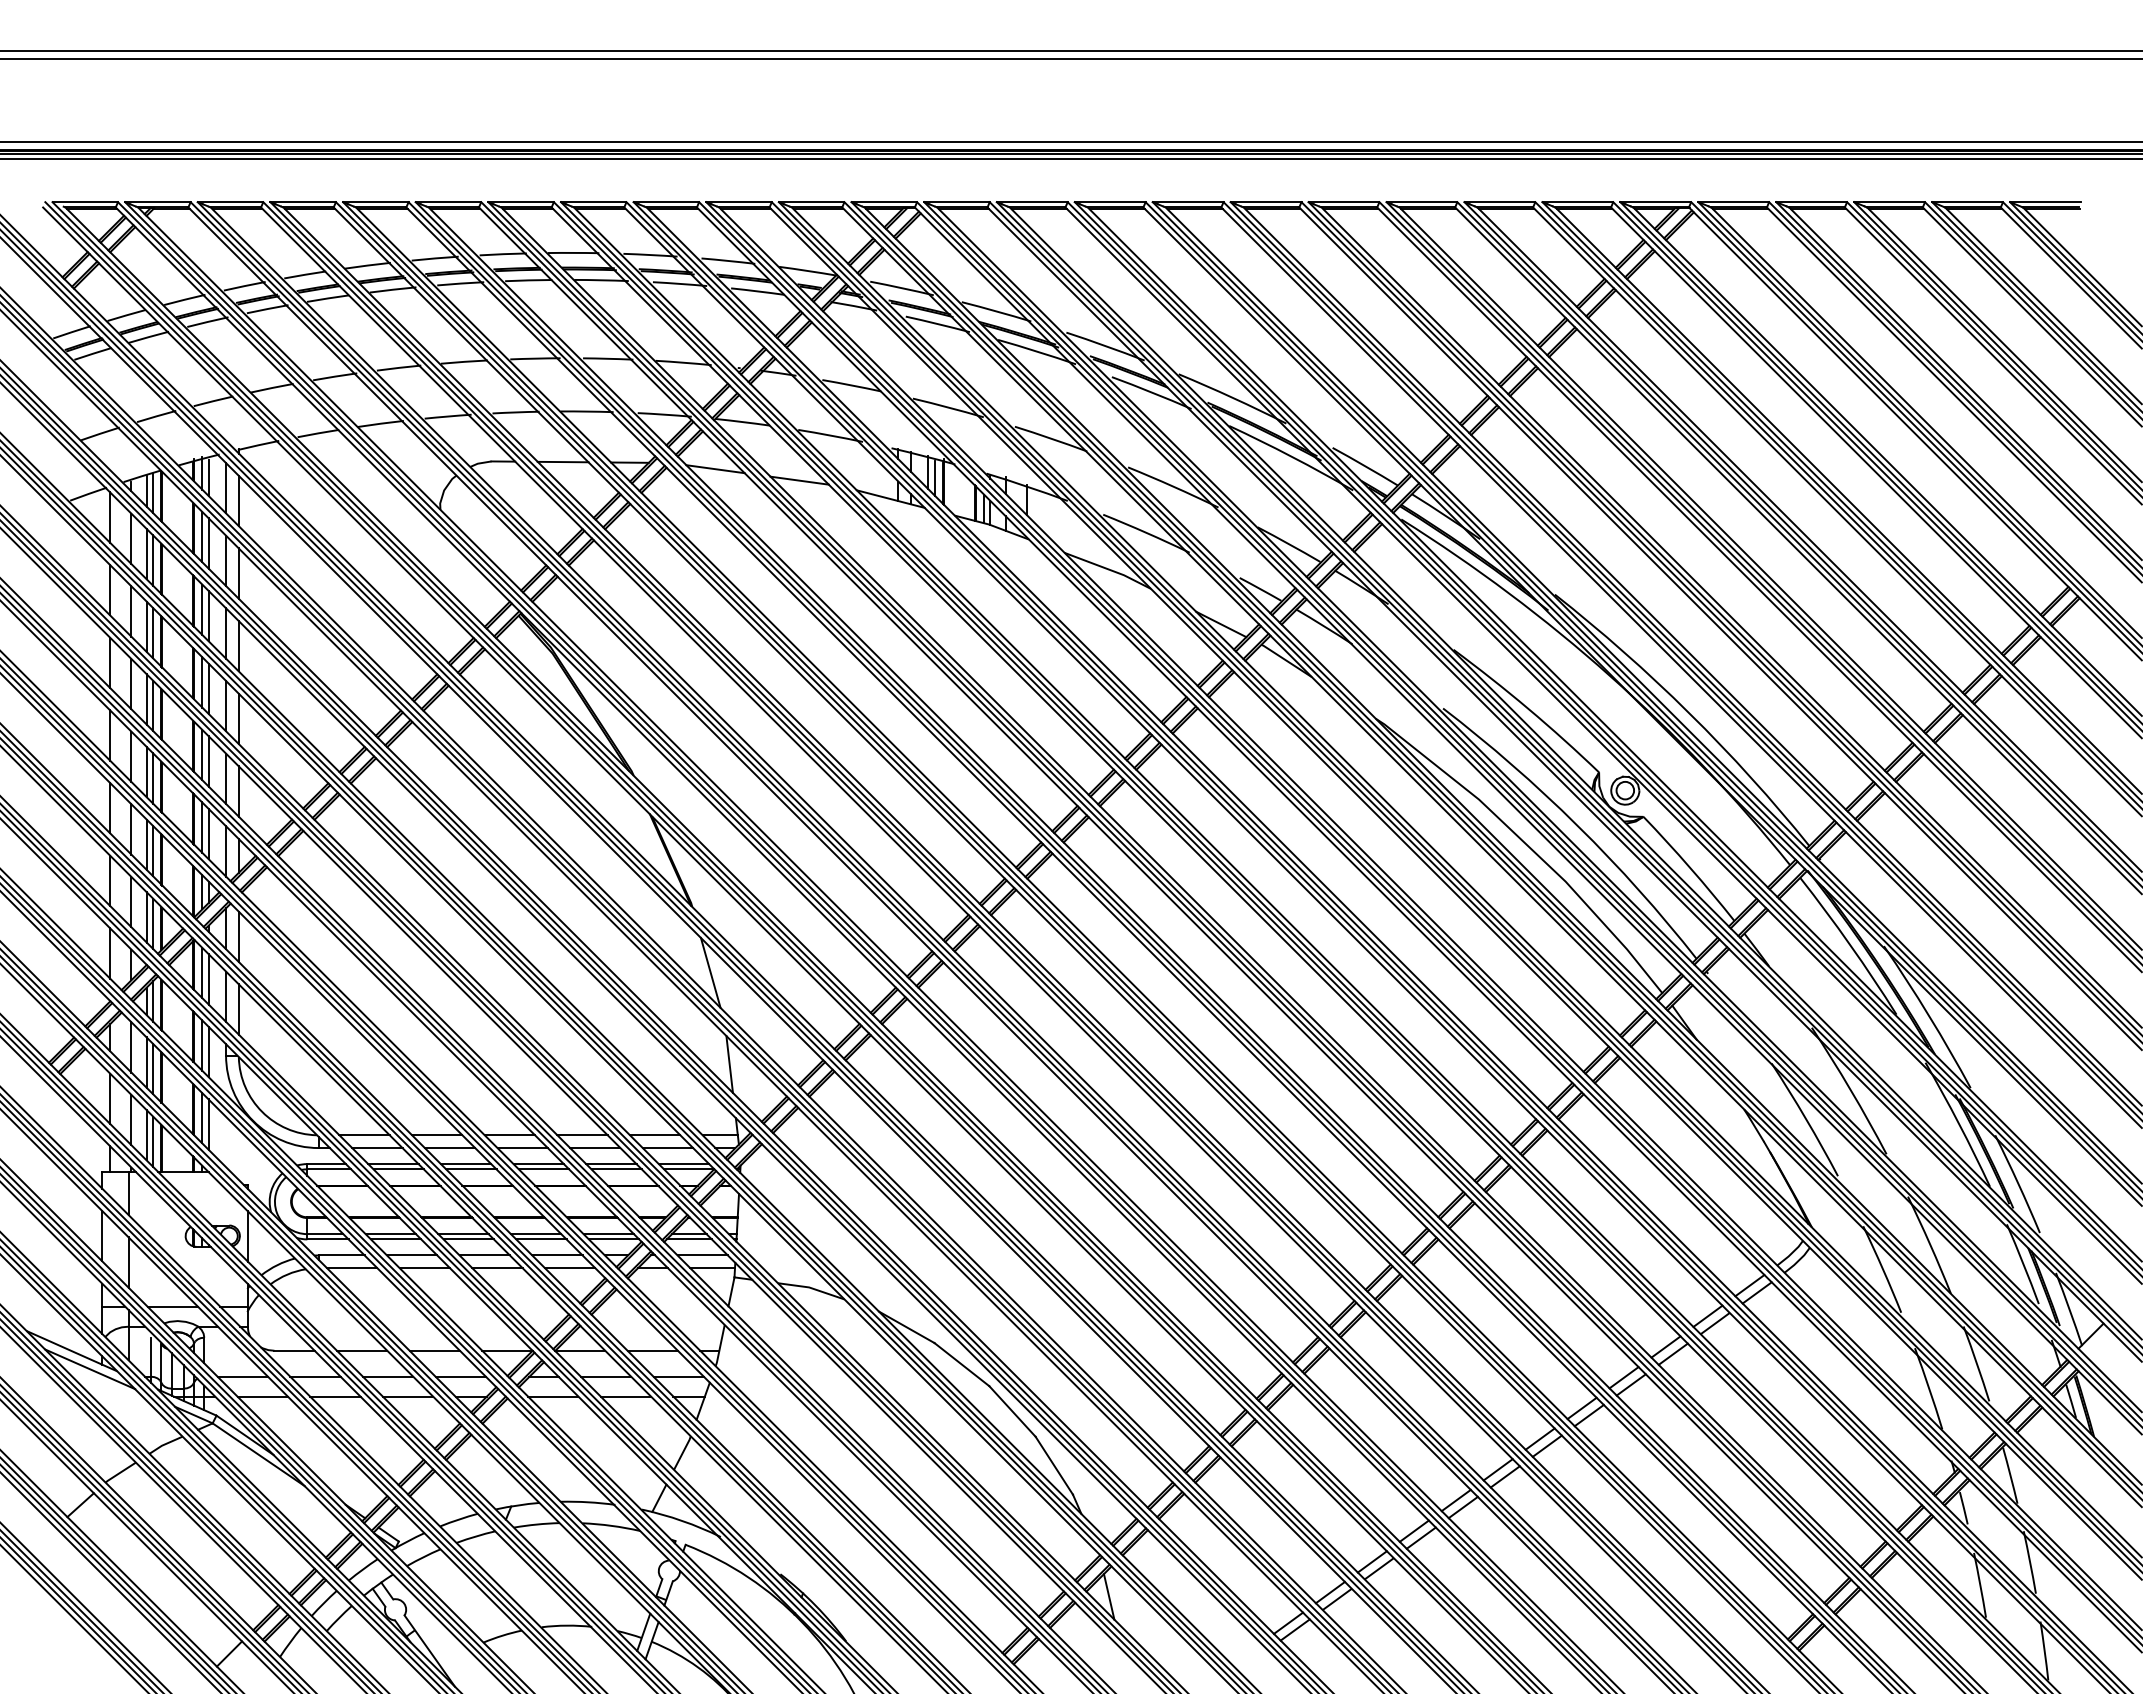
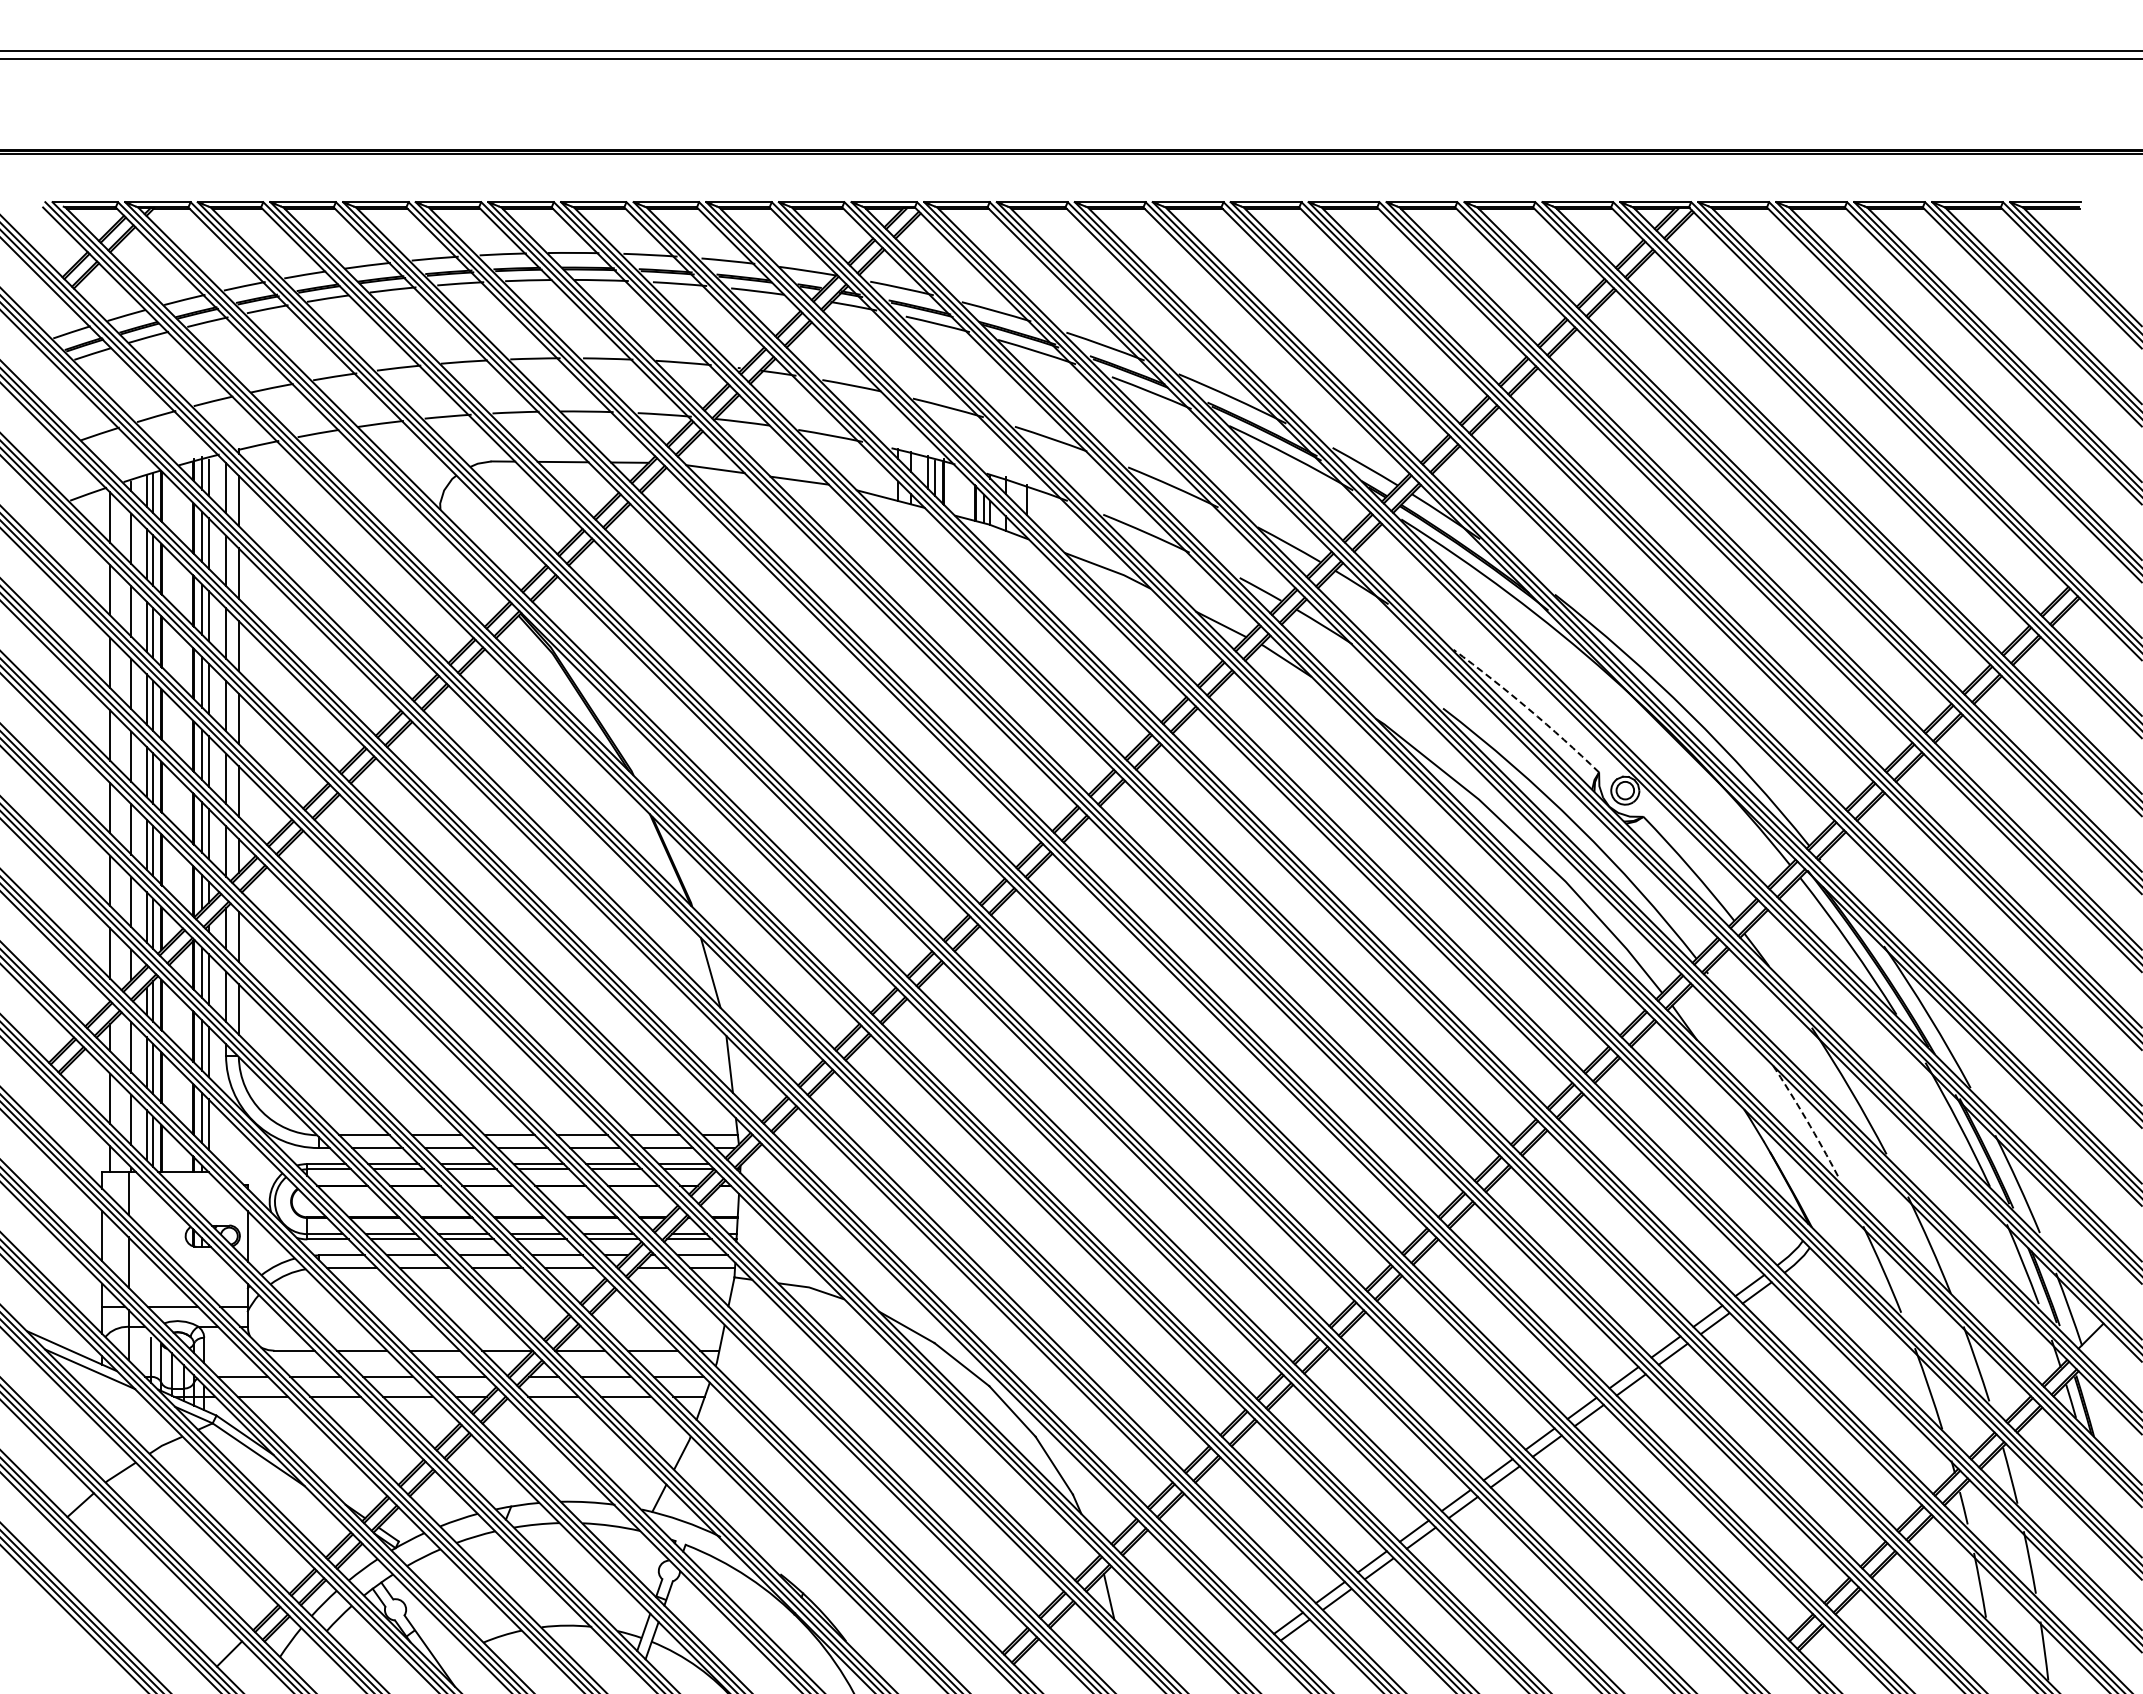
line at (1070, 141): present -> none
line at (1070, 159): present -> none
arc at (1528, 708): solid -> dashed
arc at (1806, 1119): solid -> dashed
